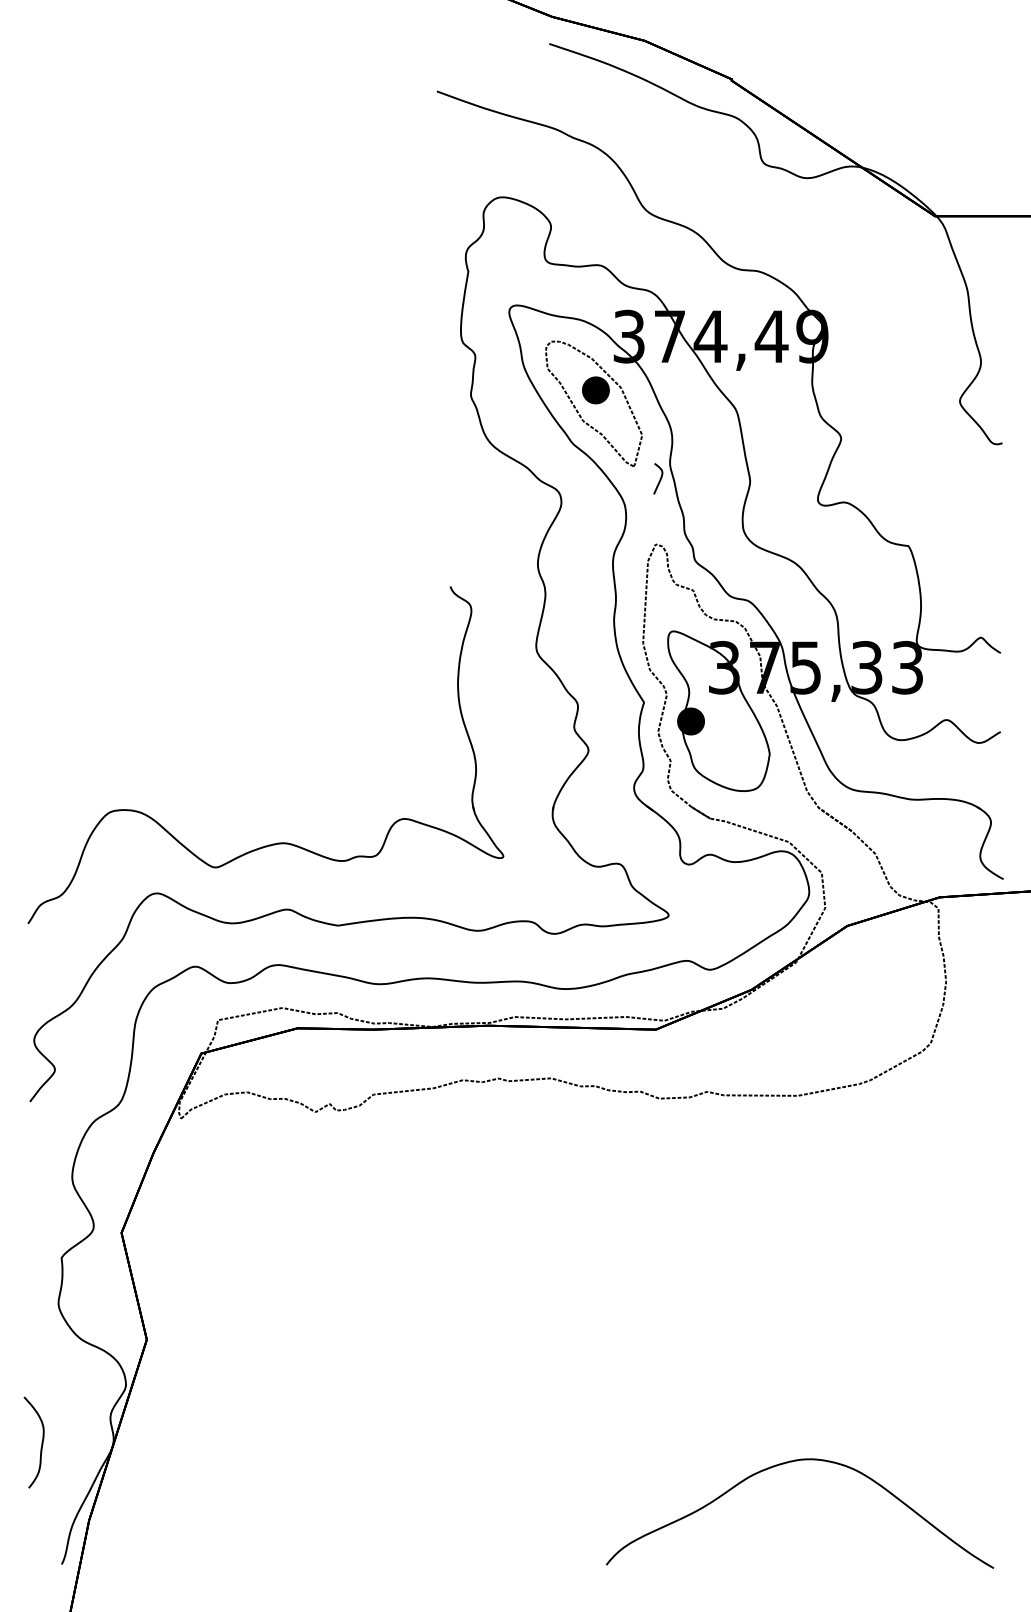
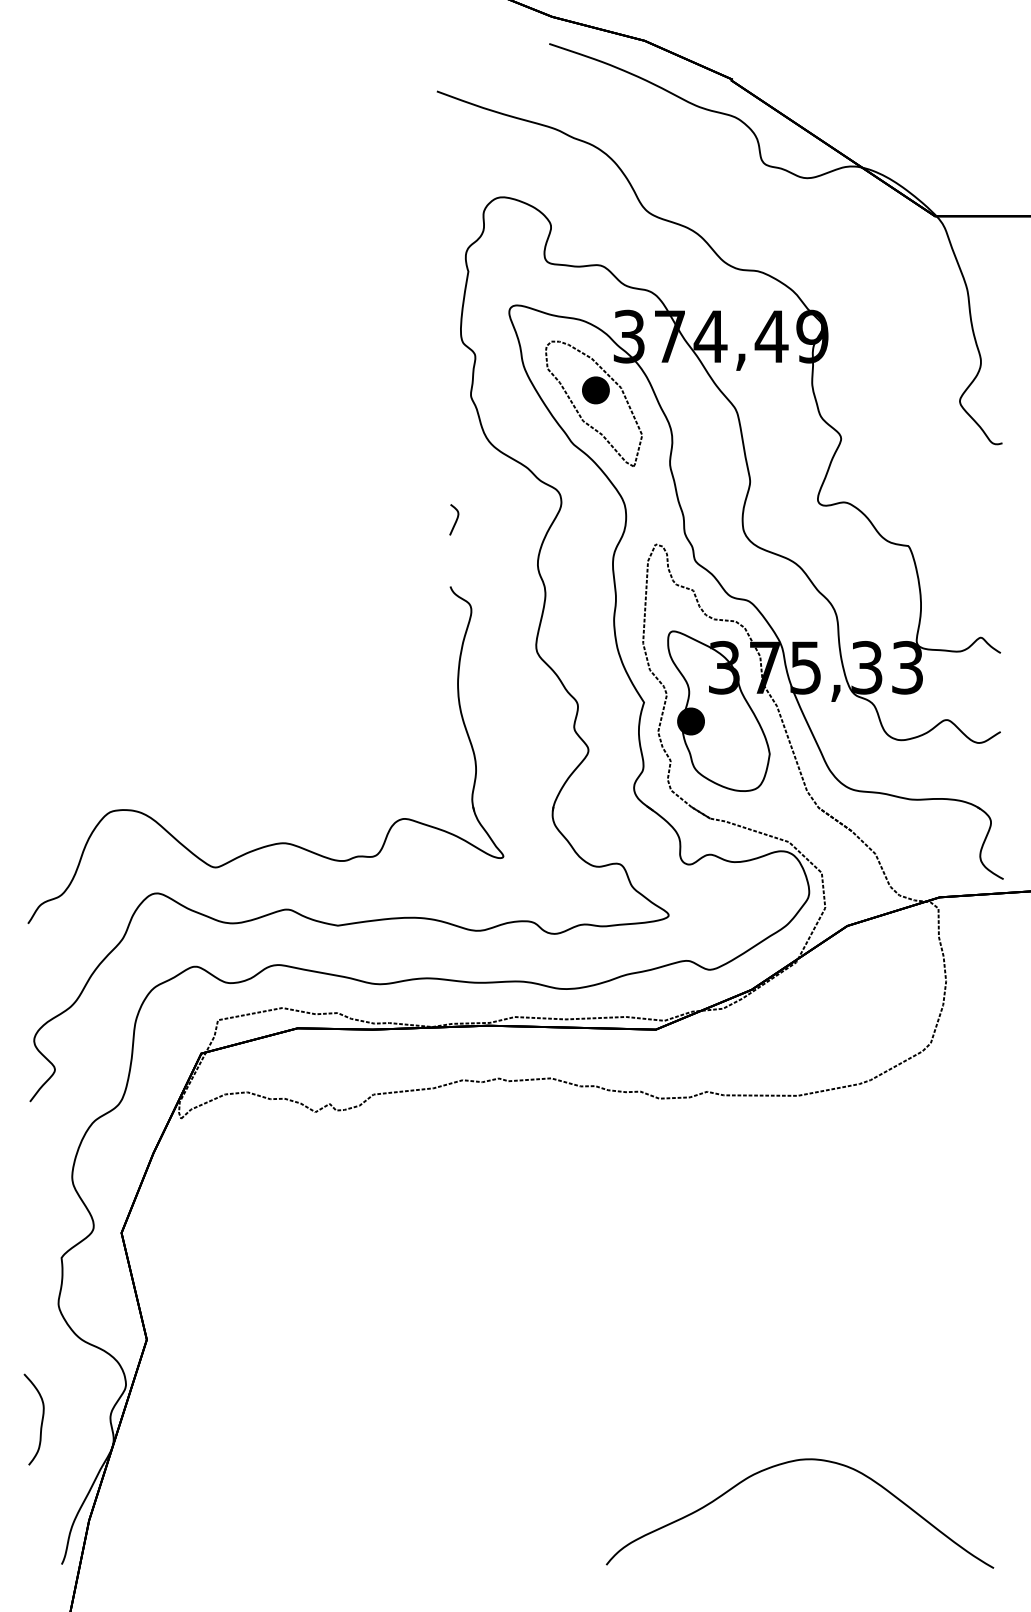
curve at (659, 479) position: (659, 479) -> (455, 520)
curve at (41, 1442) position: (41, 1442) -> (41, 1419)
